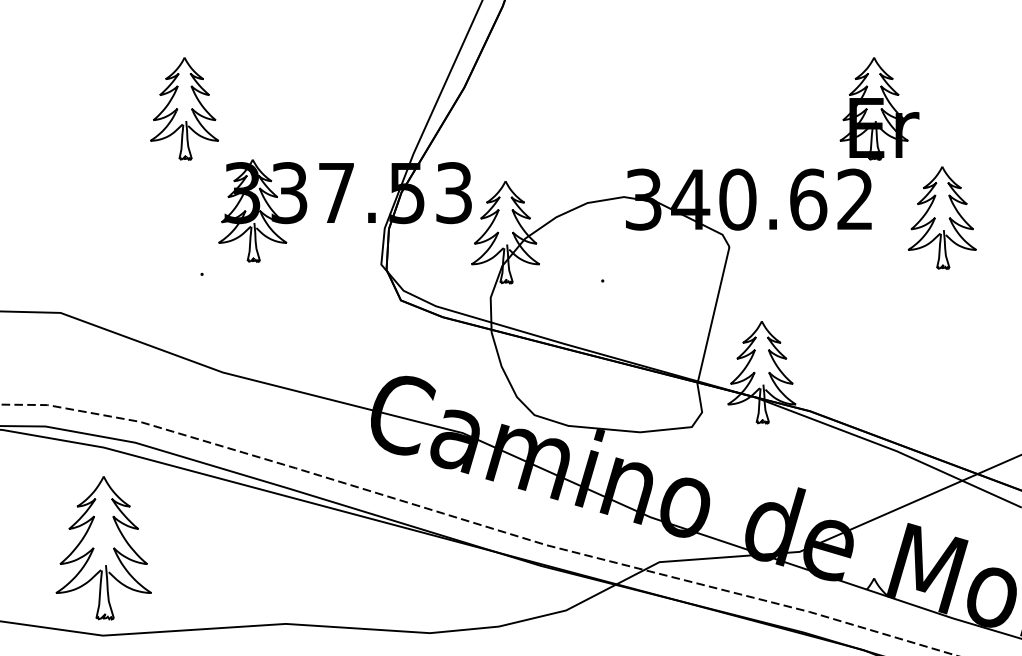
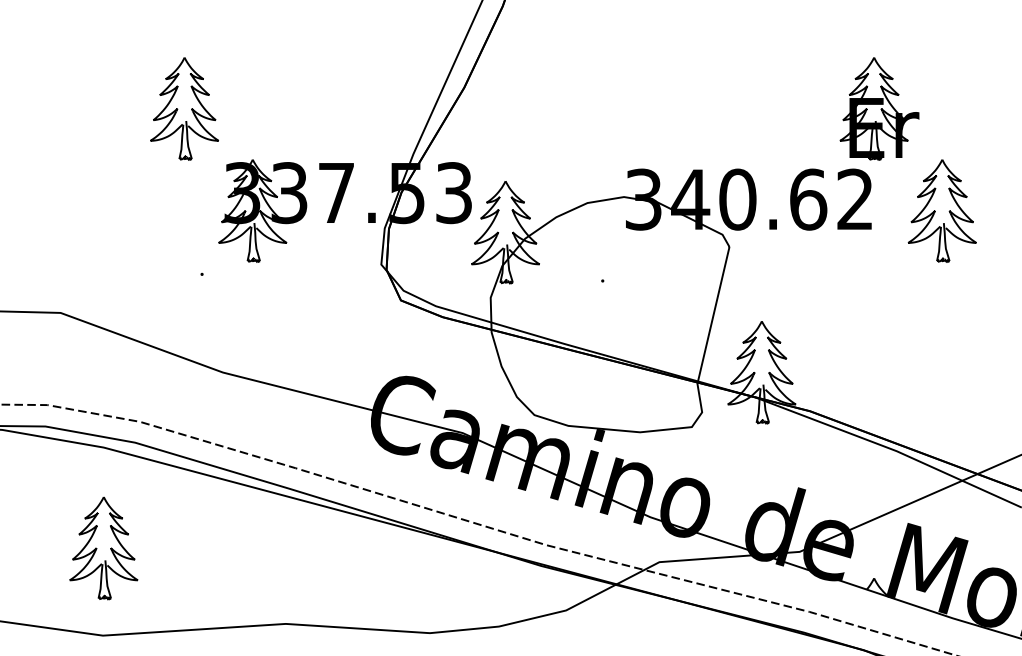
part at (941, 217) position: (941, 217) -> (941, 210)
part at (103, 548) size: 97x145 px -> 70x105 px
